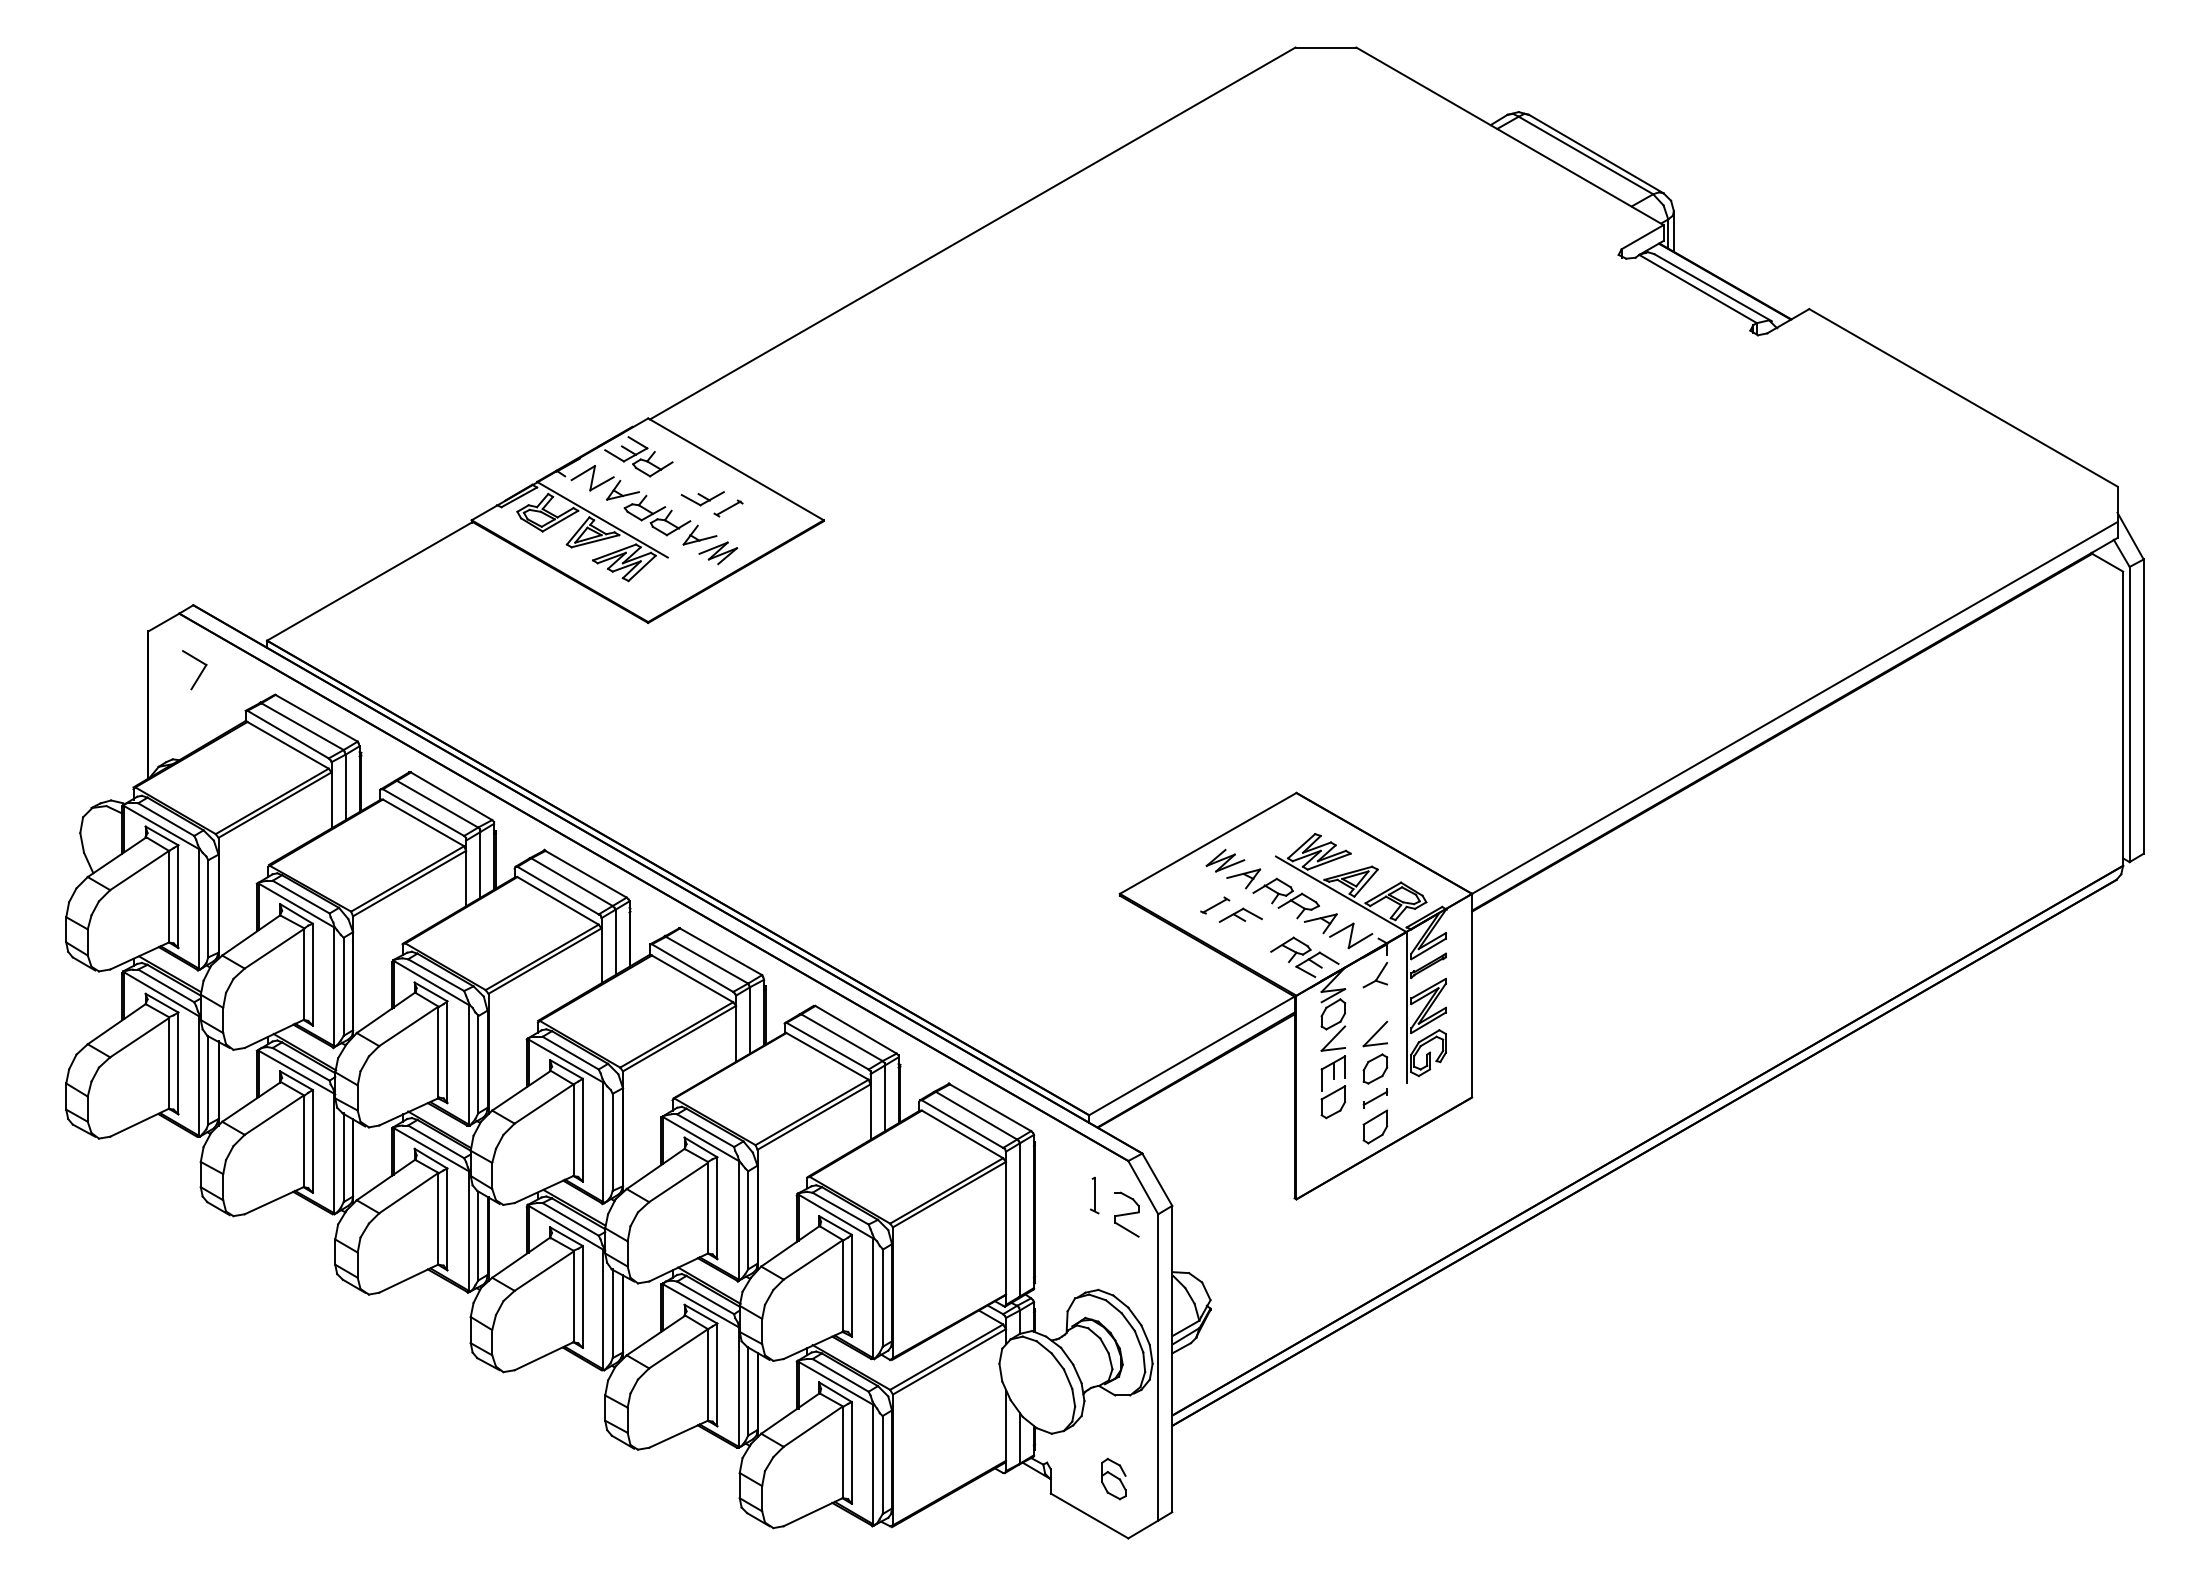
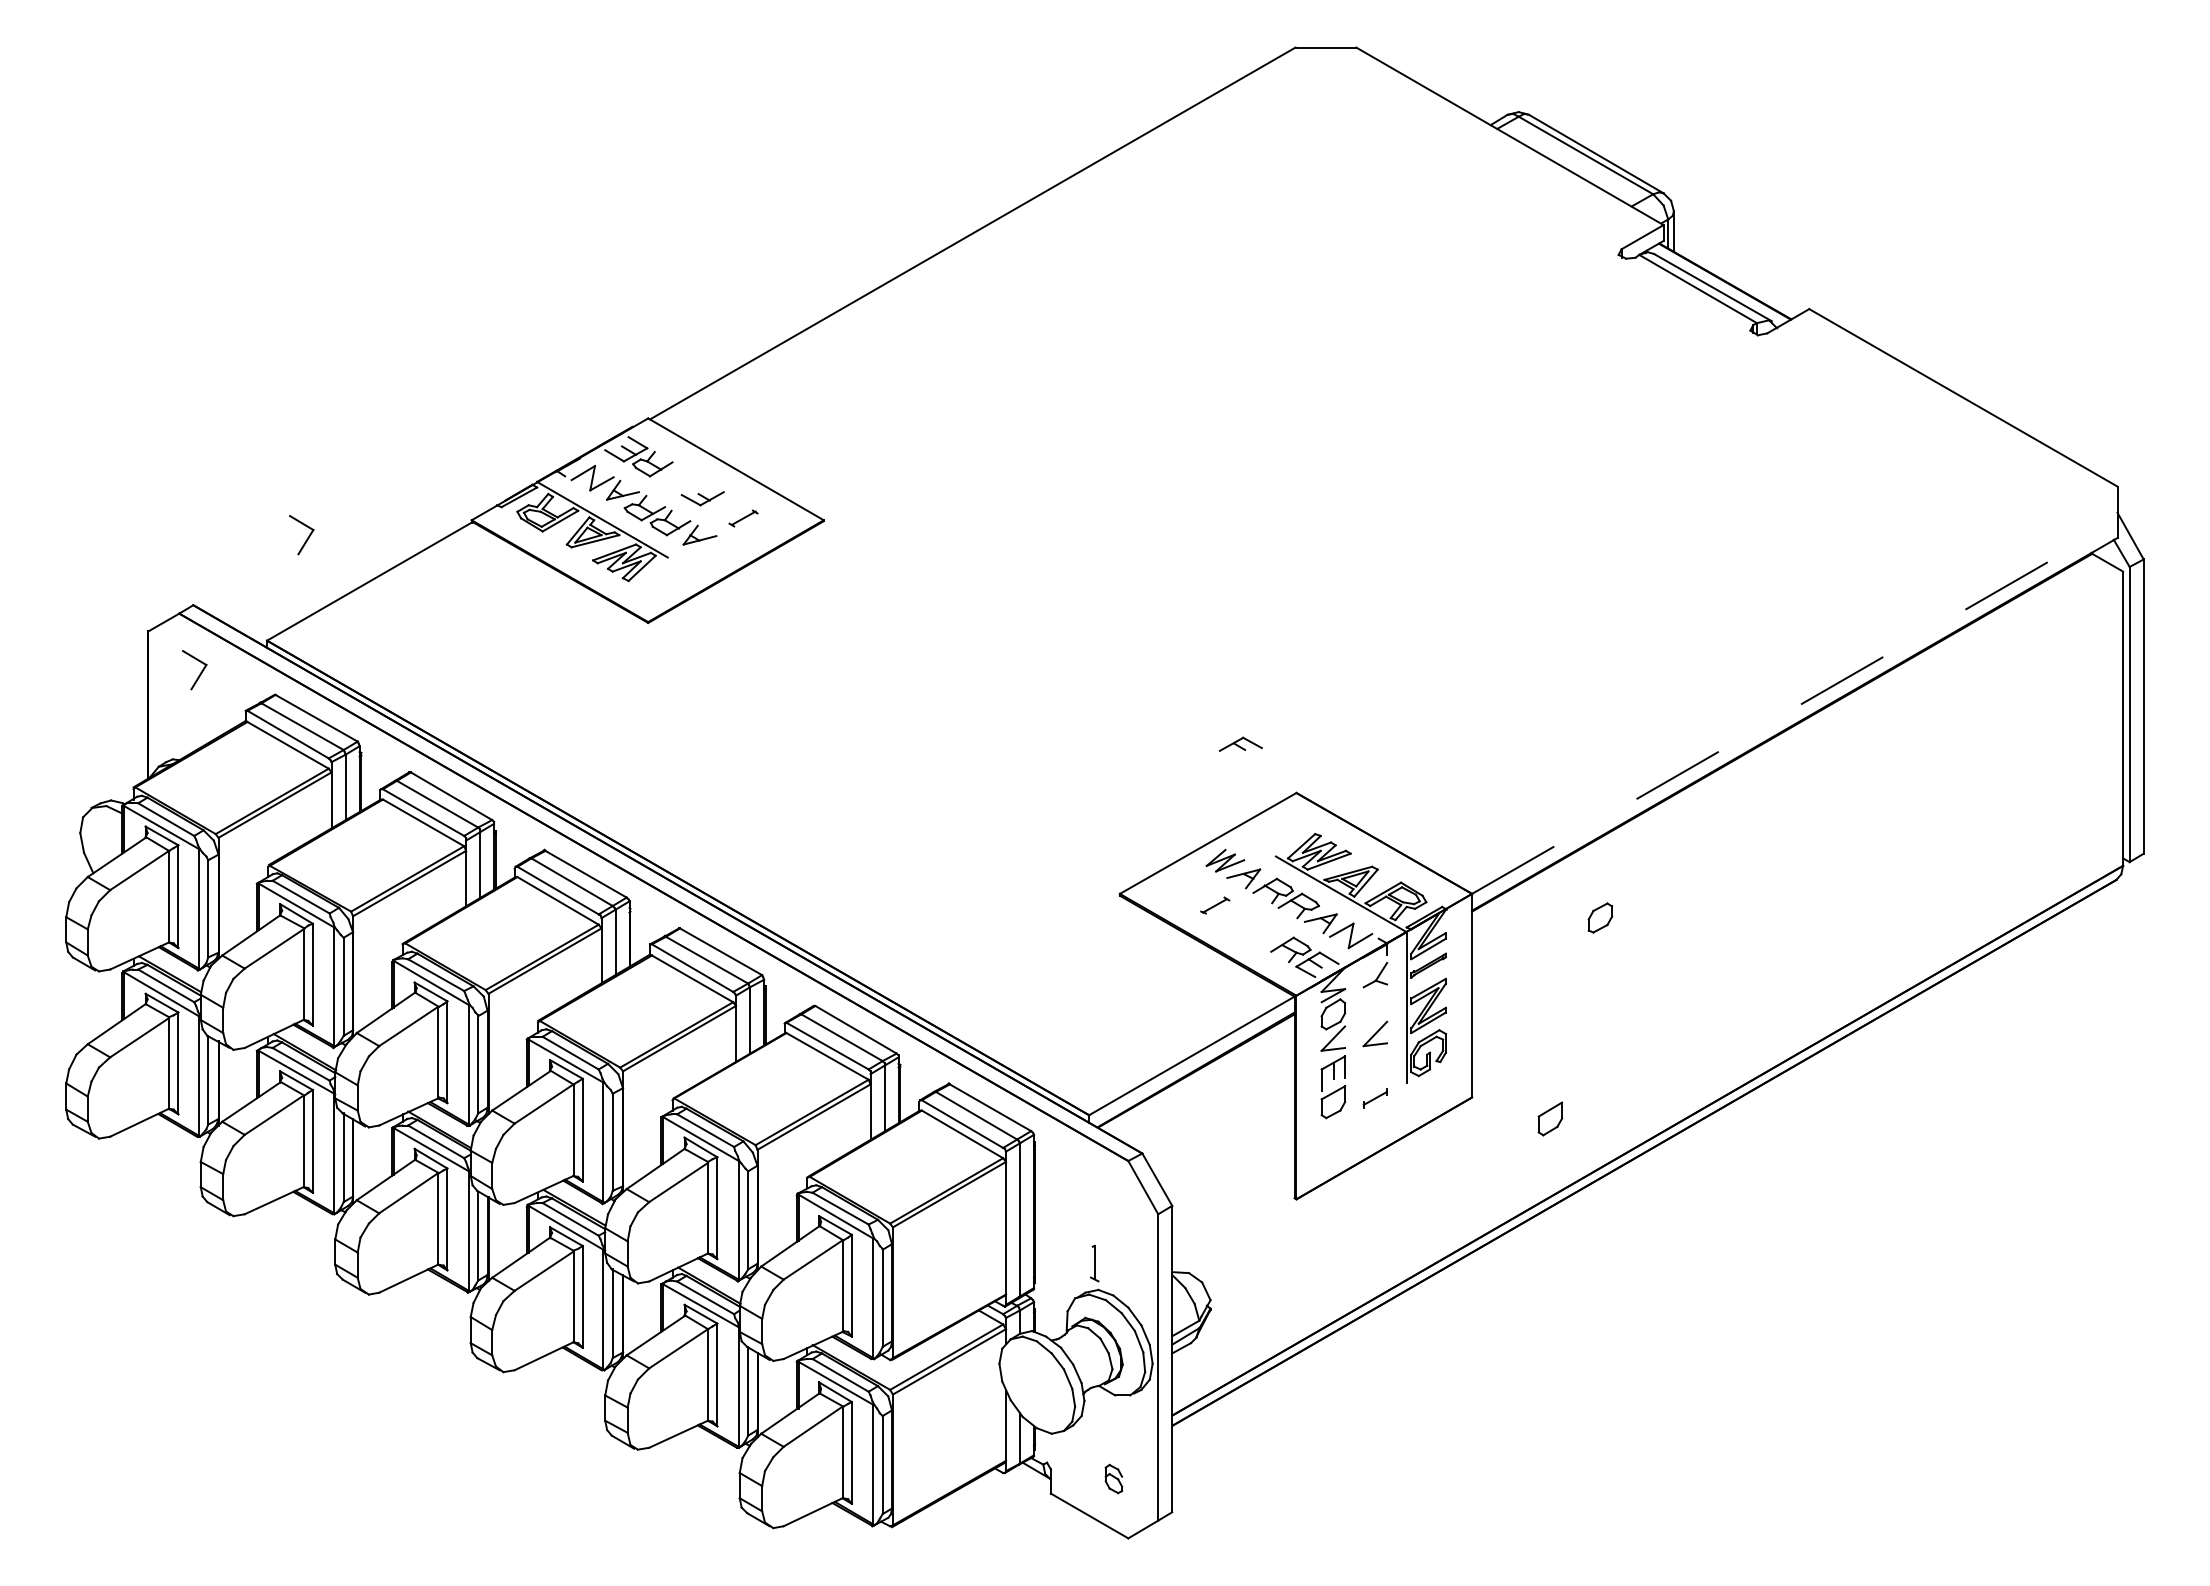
part at (728, 508) position: (728, 508) -> (743, 518)
part at (307, 537): none -> present
part at (718, 553): present -> none
line at (1795, 707): solid -> dashed
part at (1240, 914) position: (1240, 914) -> (1240, 743)
part at (1375, 1068) position: (1375, 1068) -> (1600, 917)
part at (1375, 1126) position: (1375, 1126) -> (1550, 1118)
part at (1094, 1195) position: (1094, 1195) -> (1094, 1263)
part at (1126, 1214): present -> none
part at (1113, 1478) size: 26x44 px -> 20x32 px
